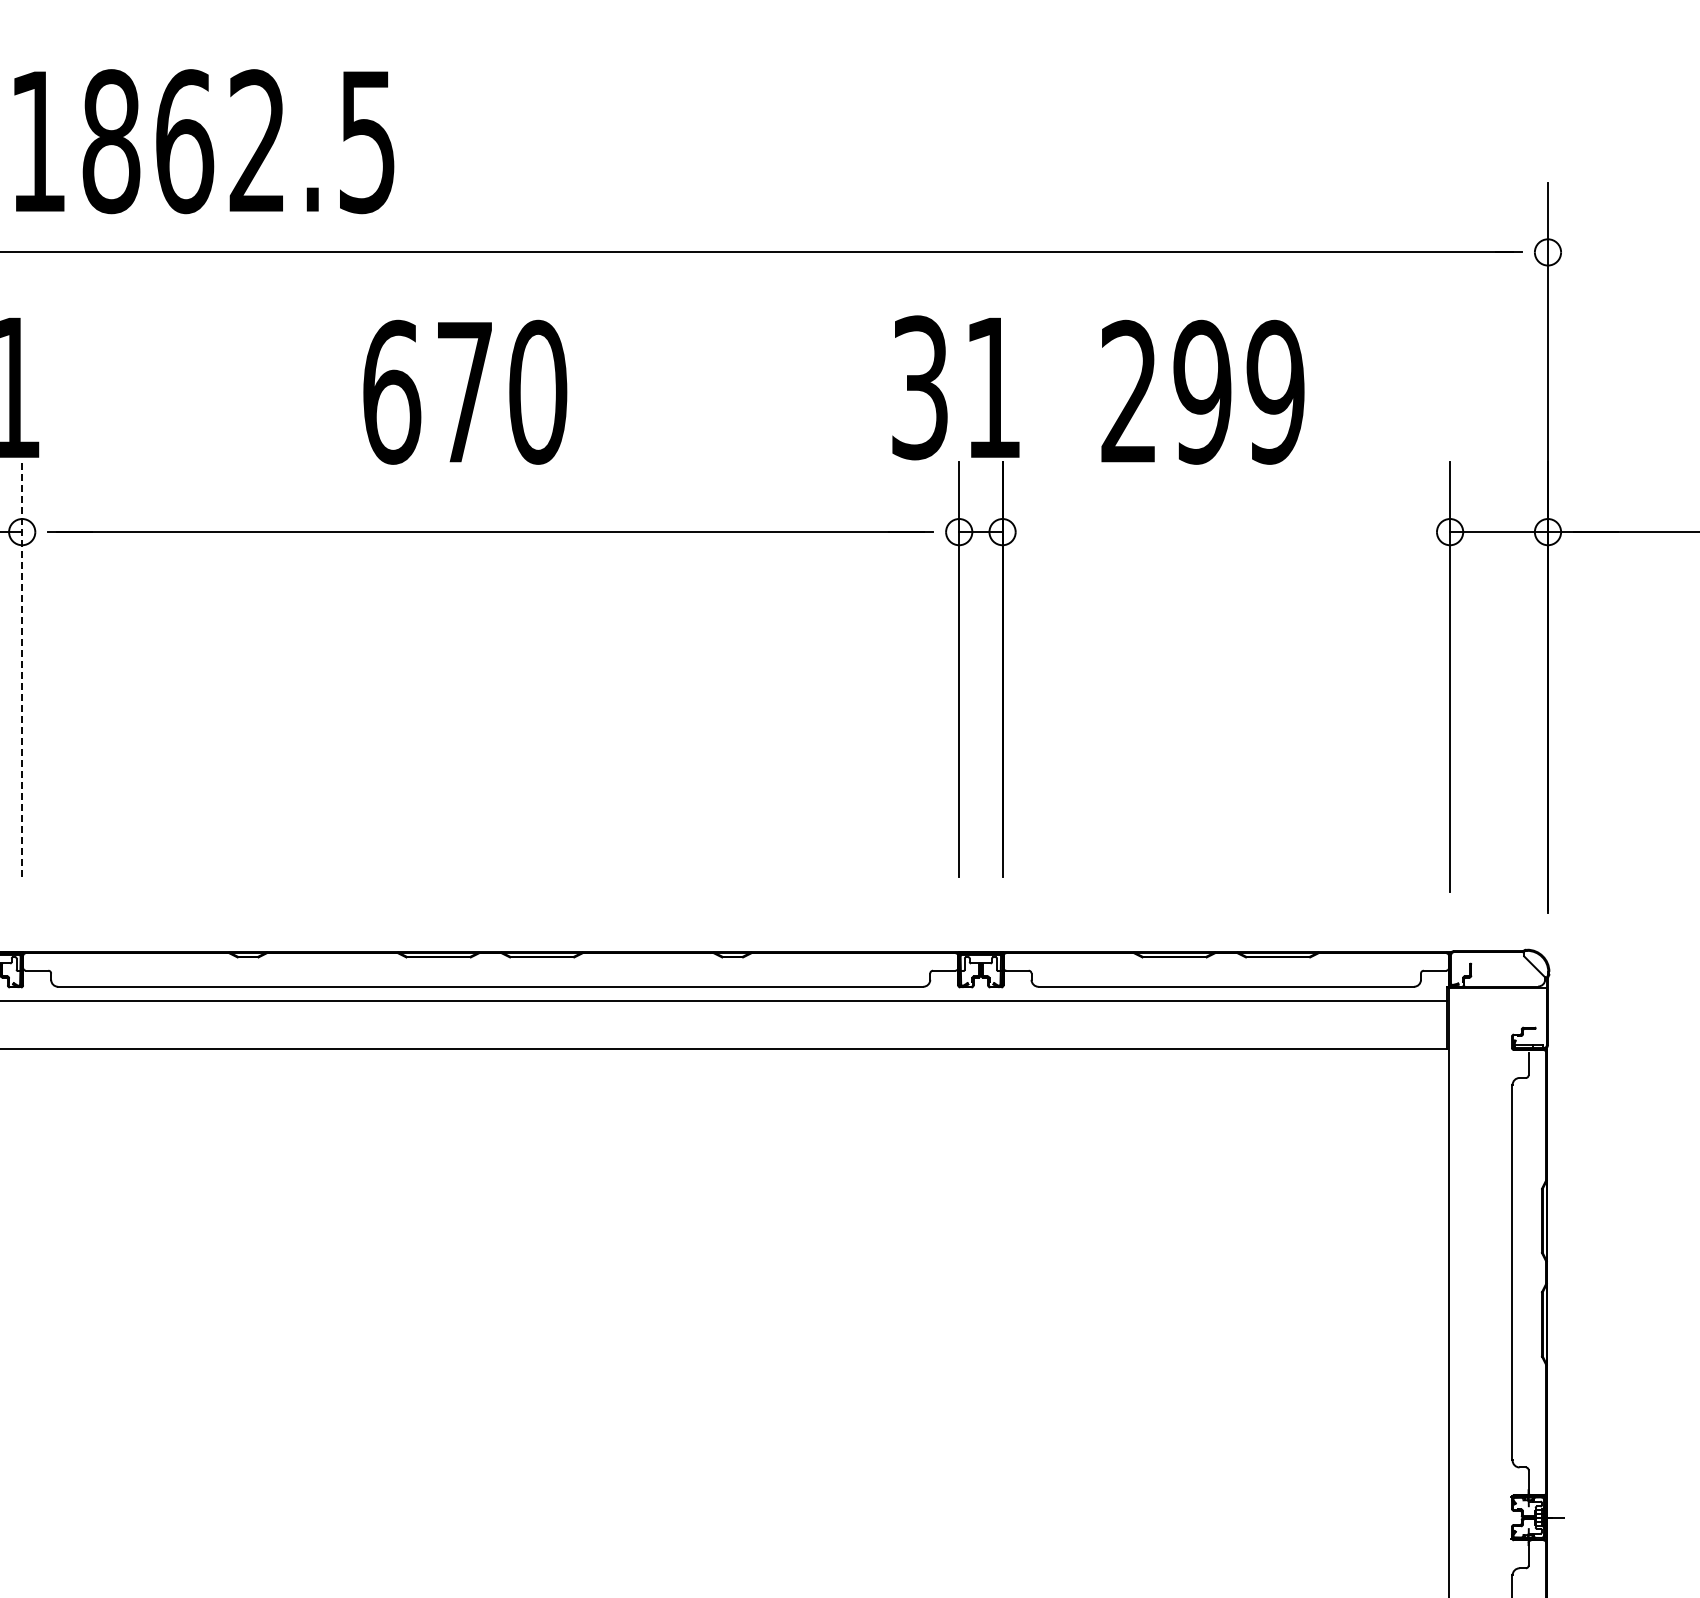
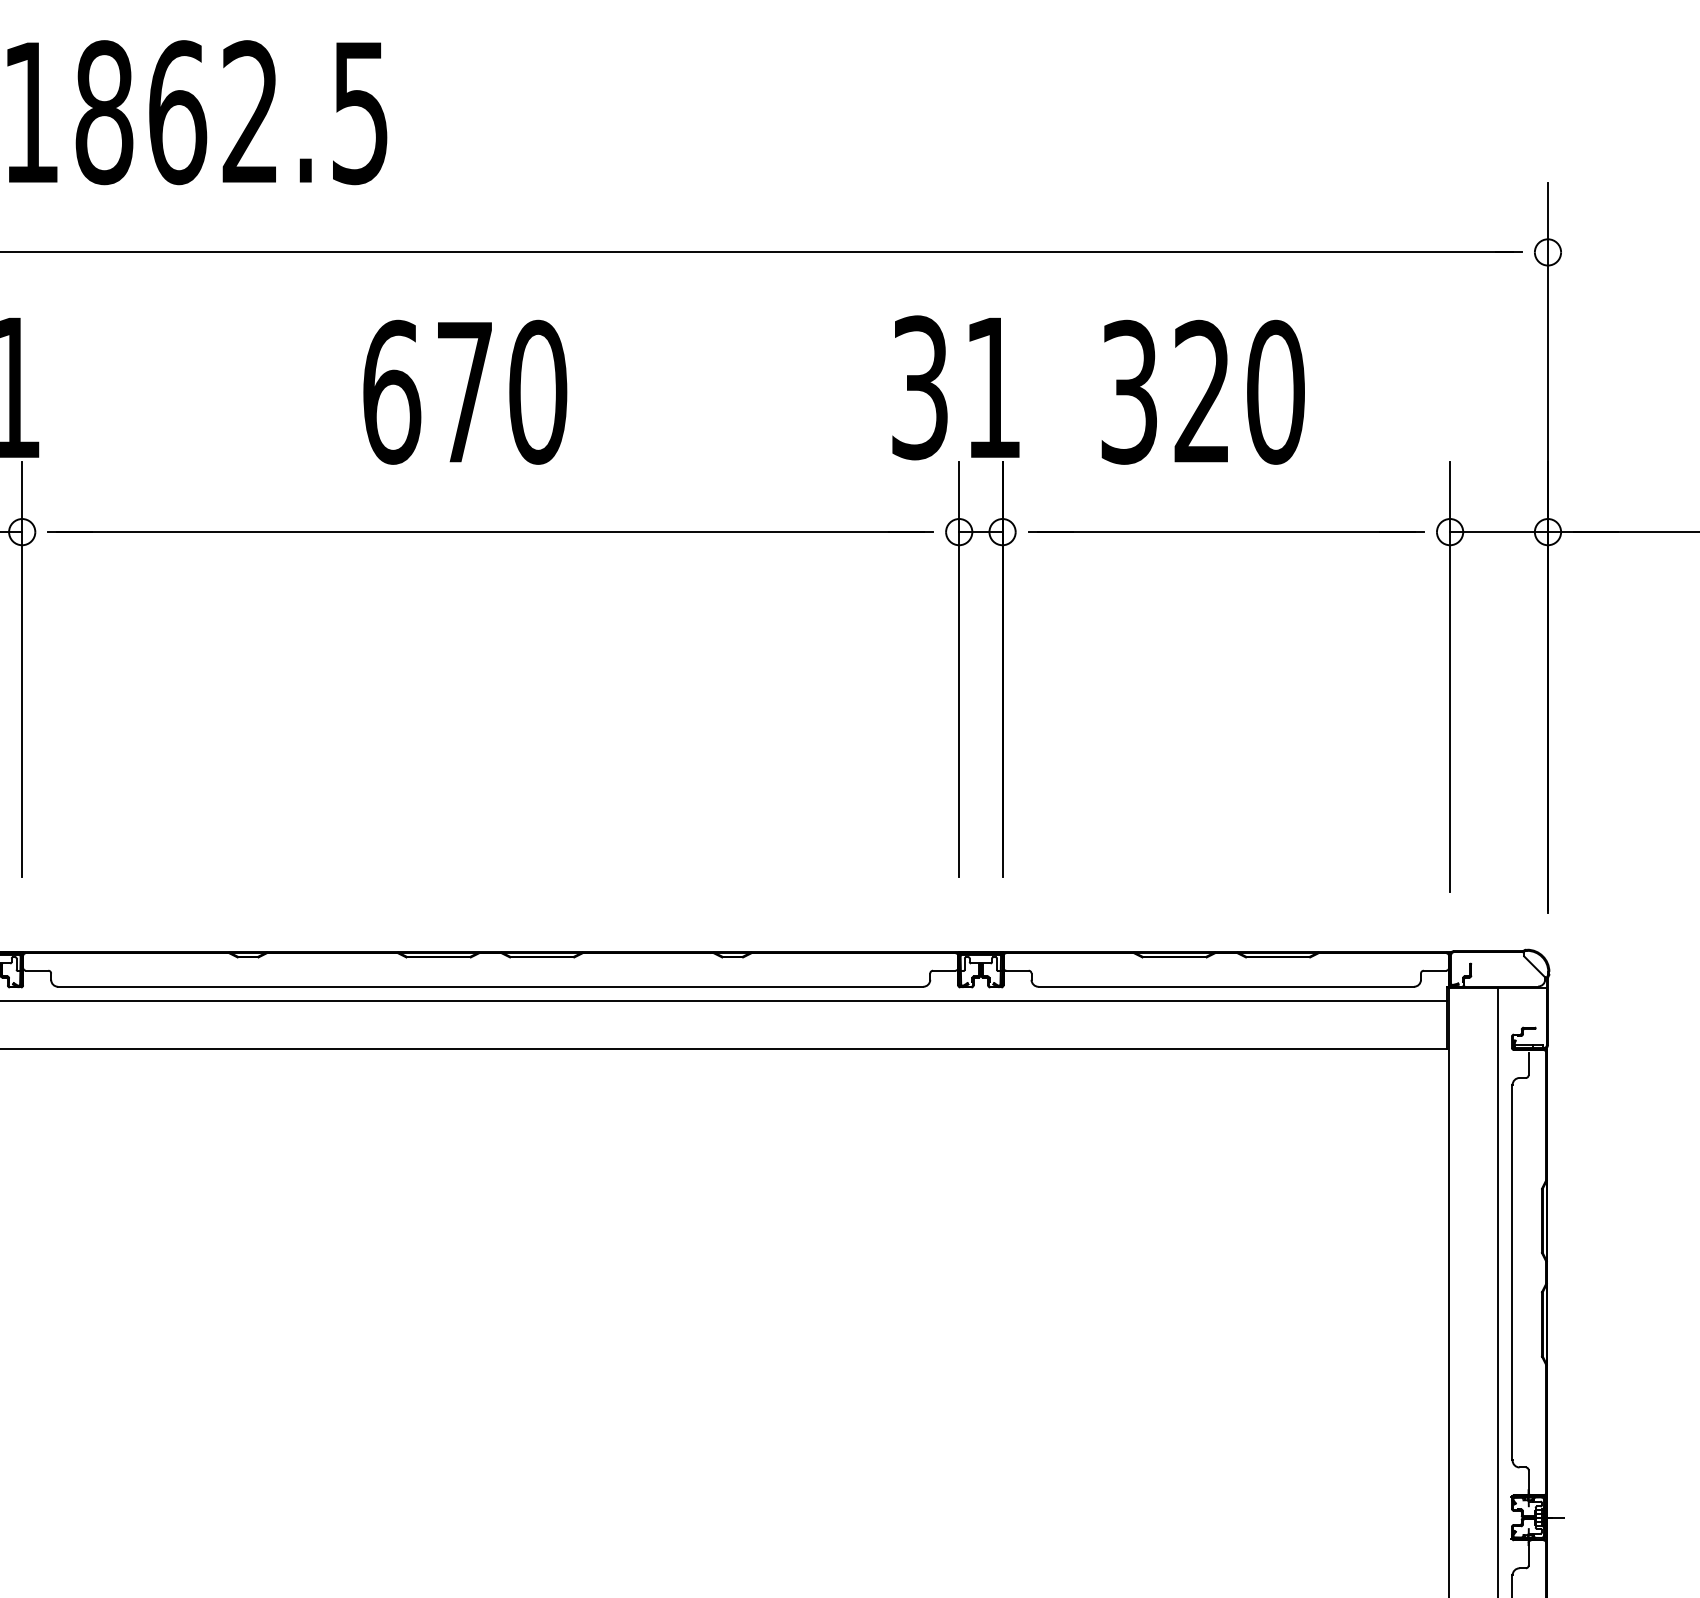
text at (204, 141) position: (204, 141) -> (197, 112)
text at (1202, 391): 299 -> 320
line at (1226, 531): none -> present
line at (22, 668): dashed -> solid
line at (1497, 1290): none -> present
